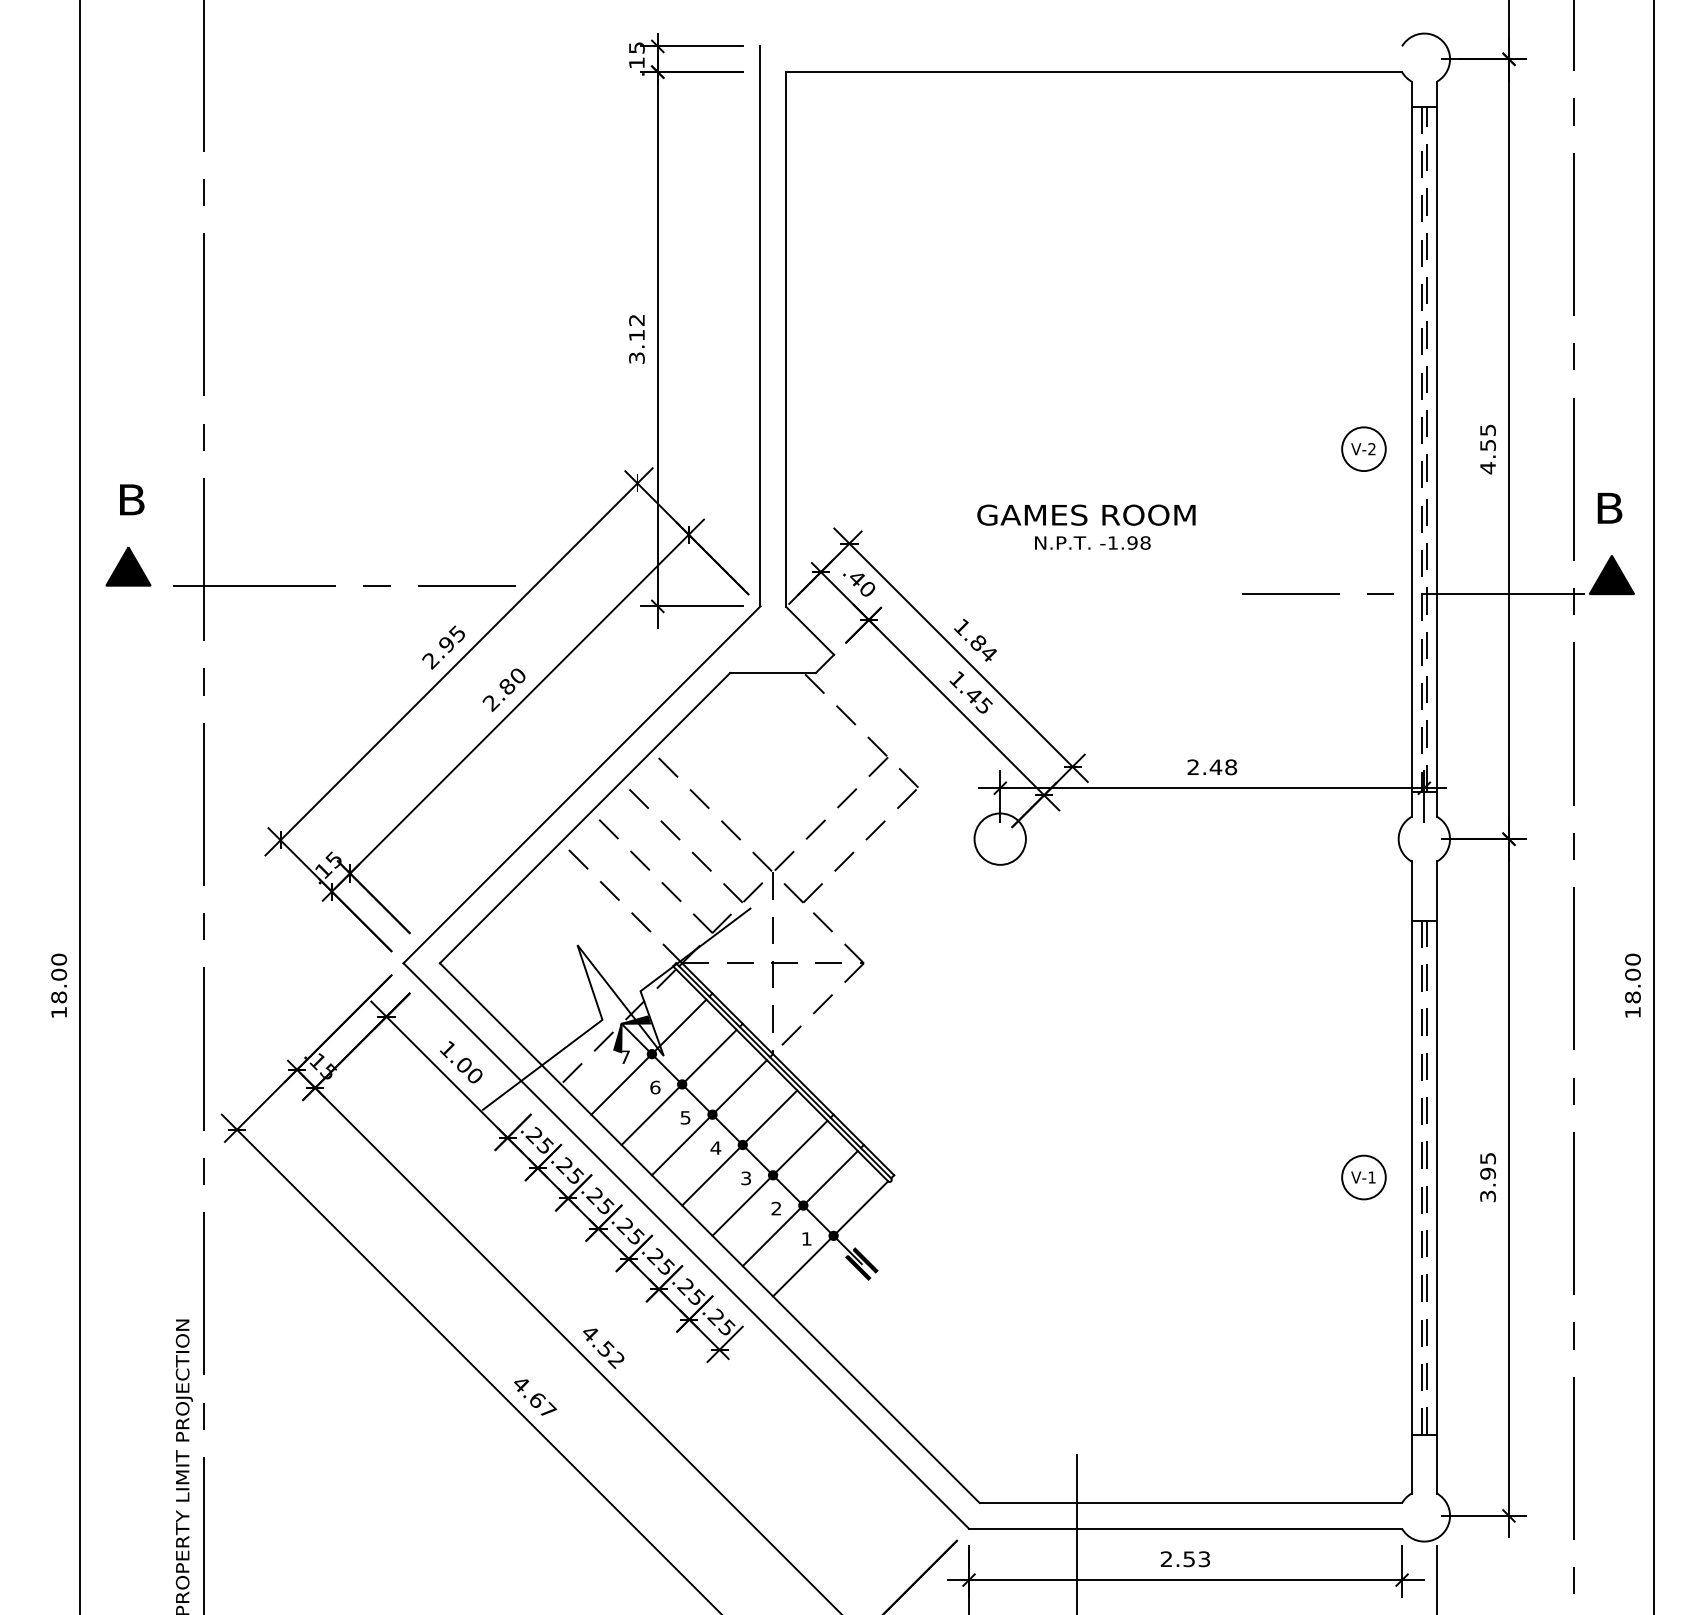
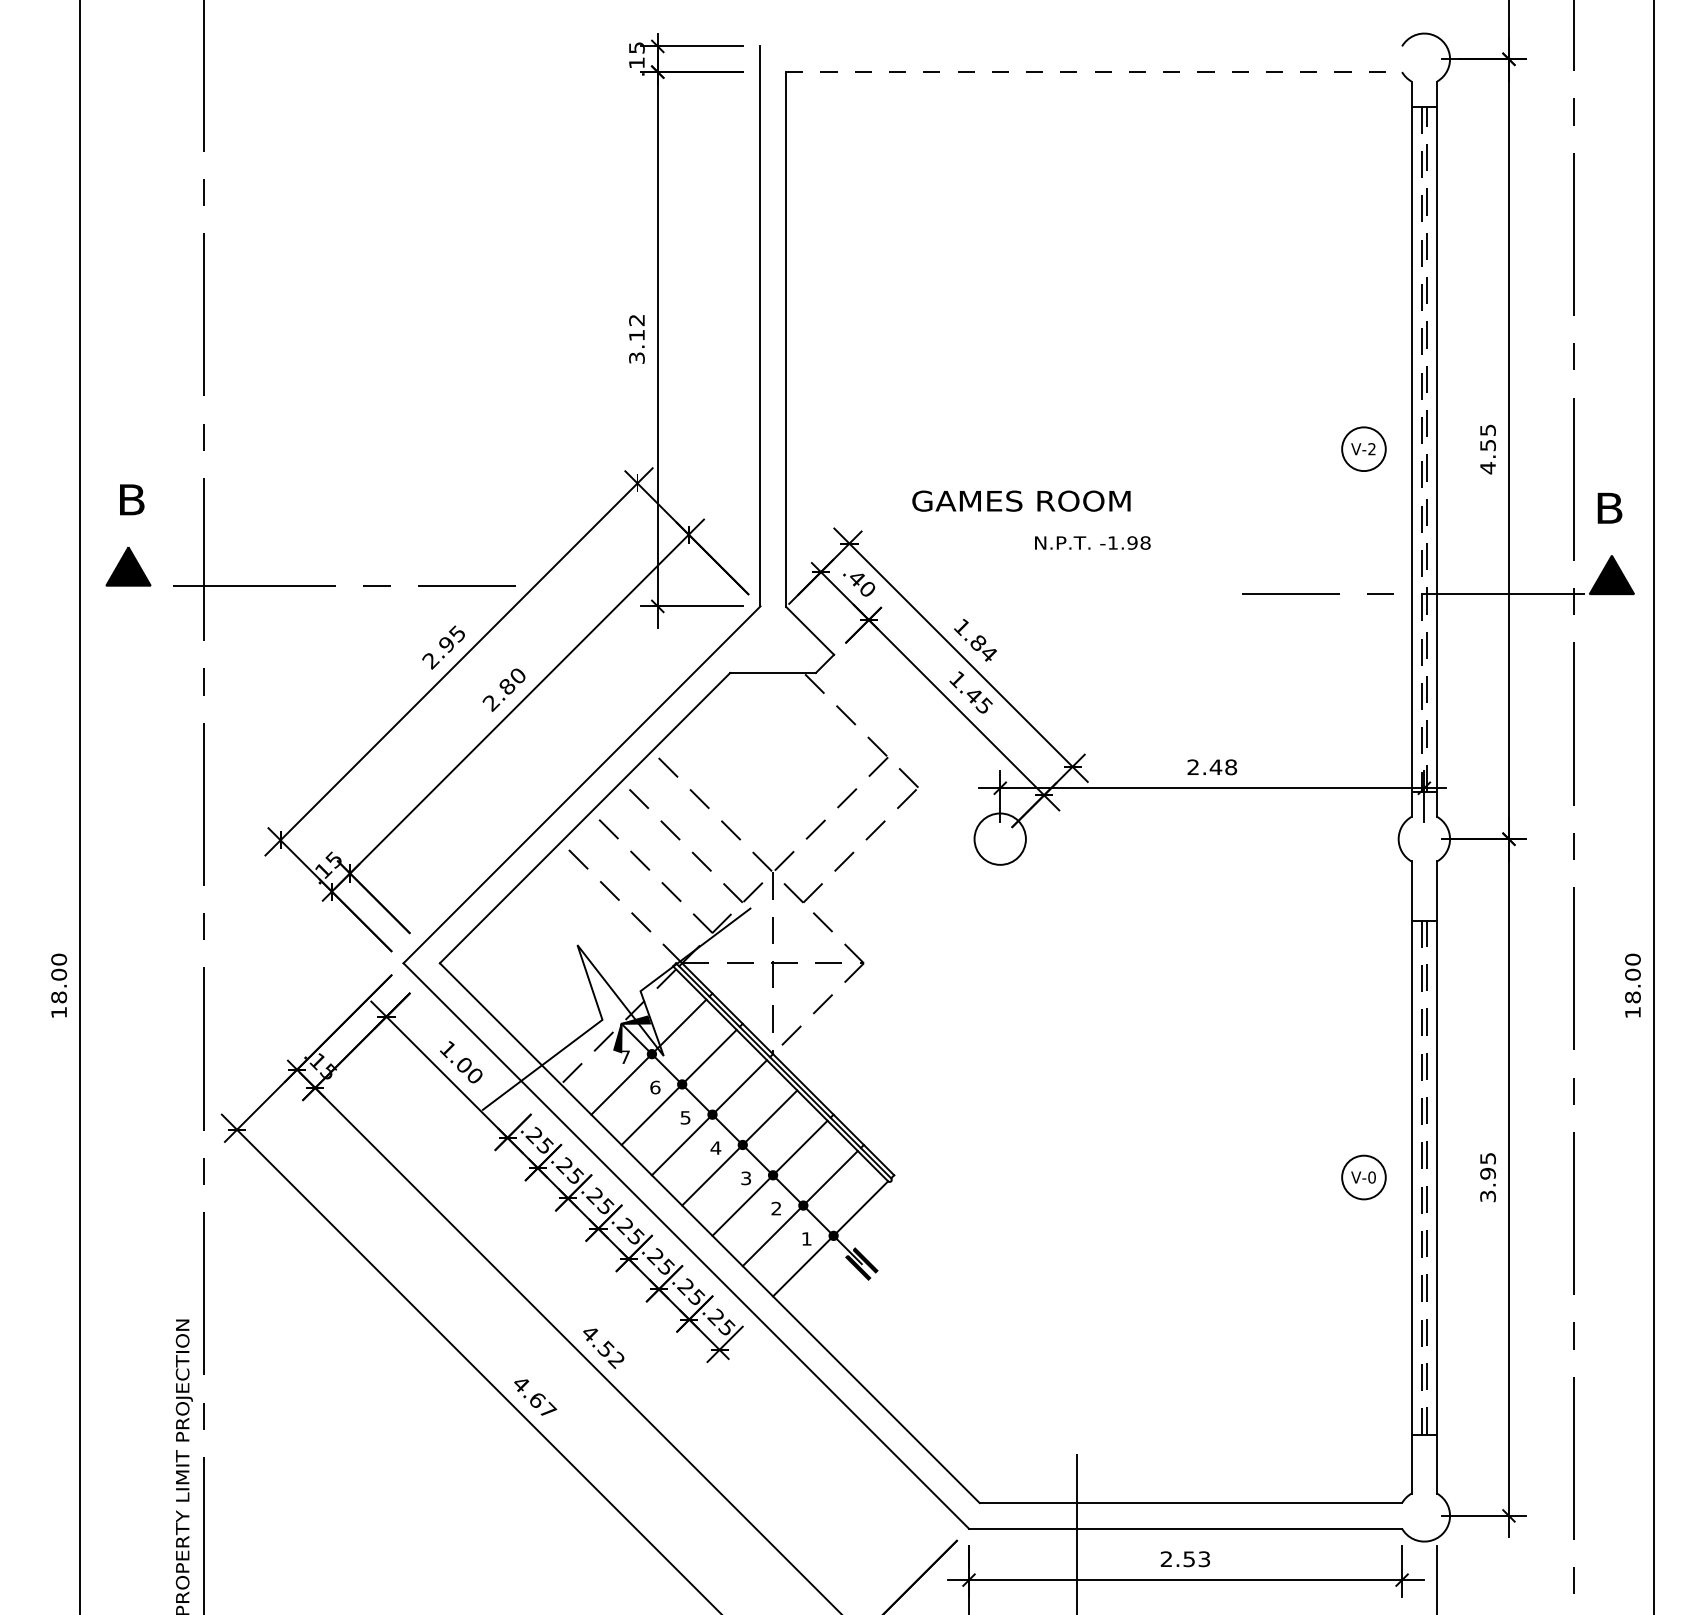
line at (1094, 72): solid -> dashed
text at (1086, 514) position: (1086, 514) -> (1021, 500)
text at (1371, 1177): V-1 -> V-0
